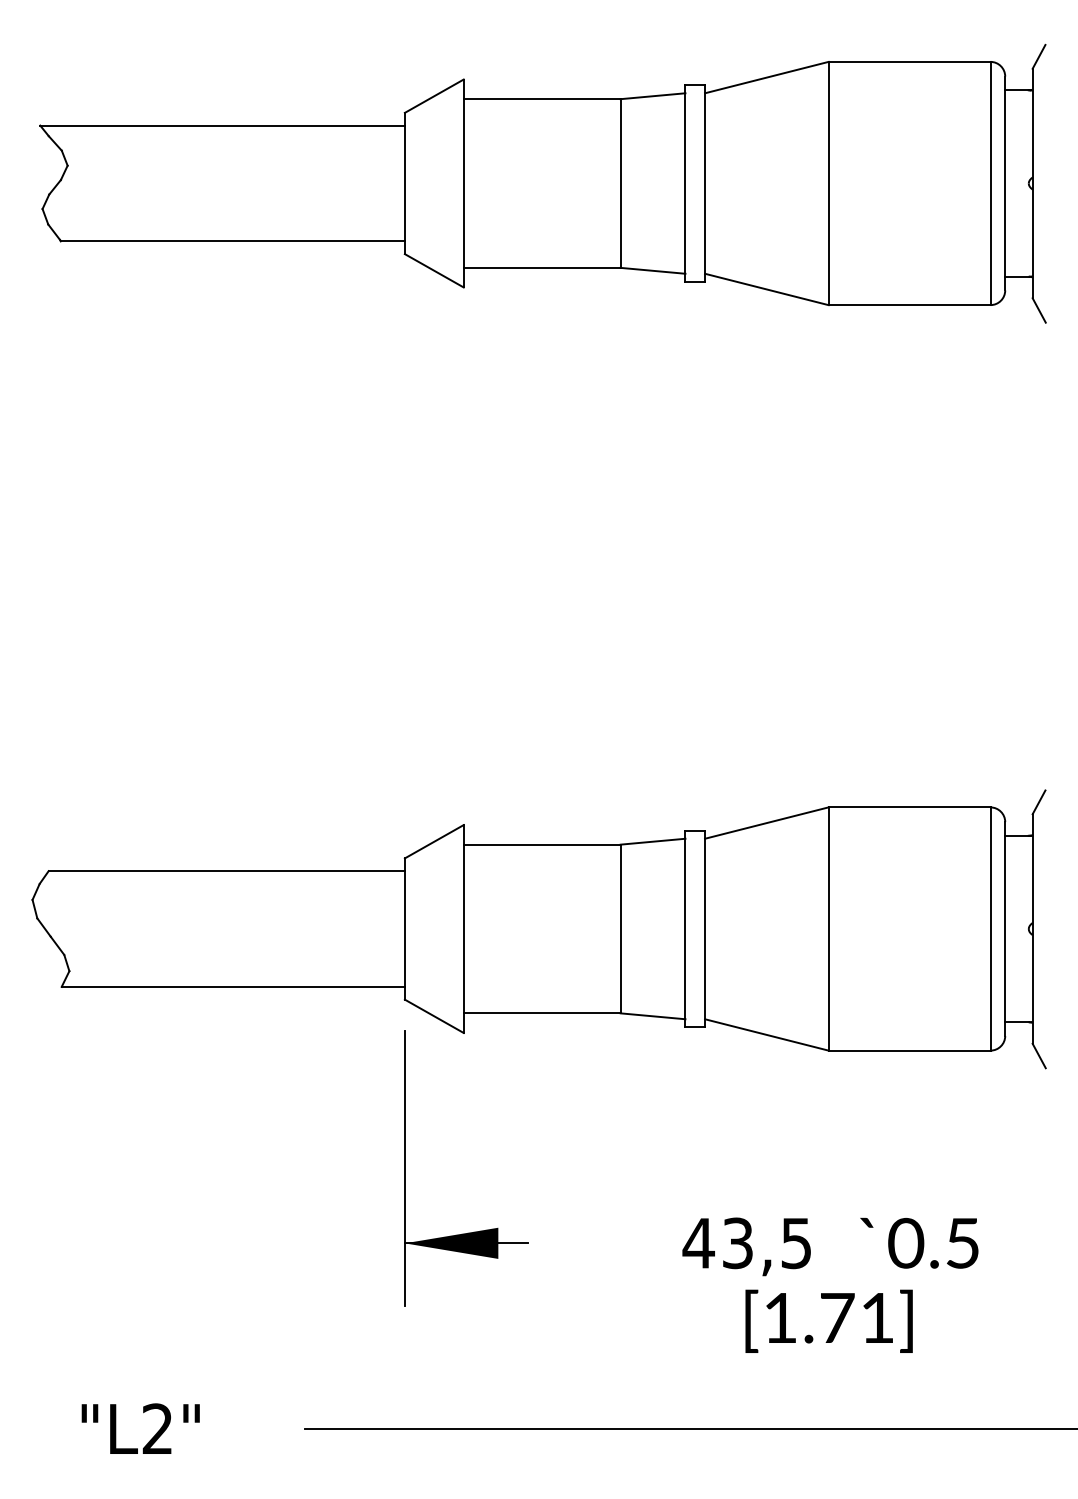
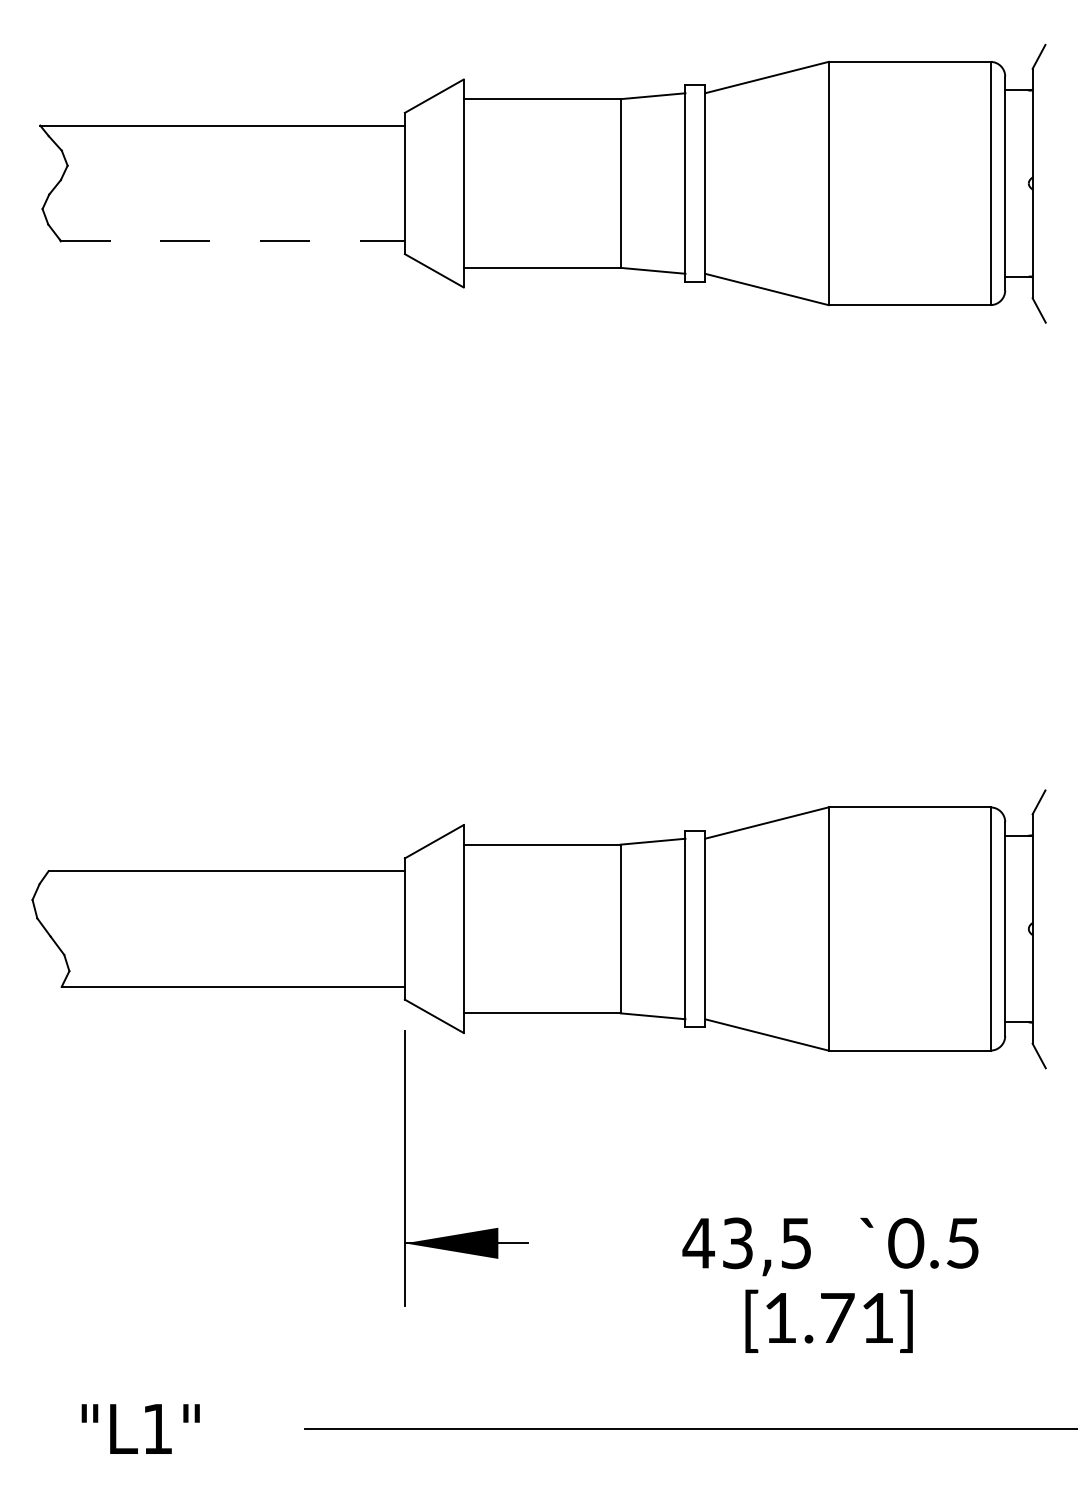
line at (233, 241): solid -> dashed
text at (156, 1428): "L2" -> "L1"
